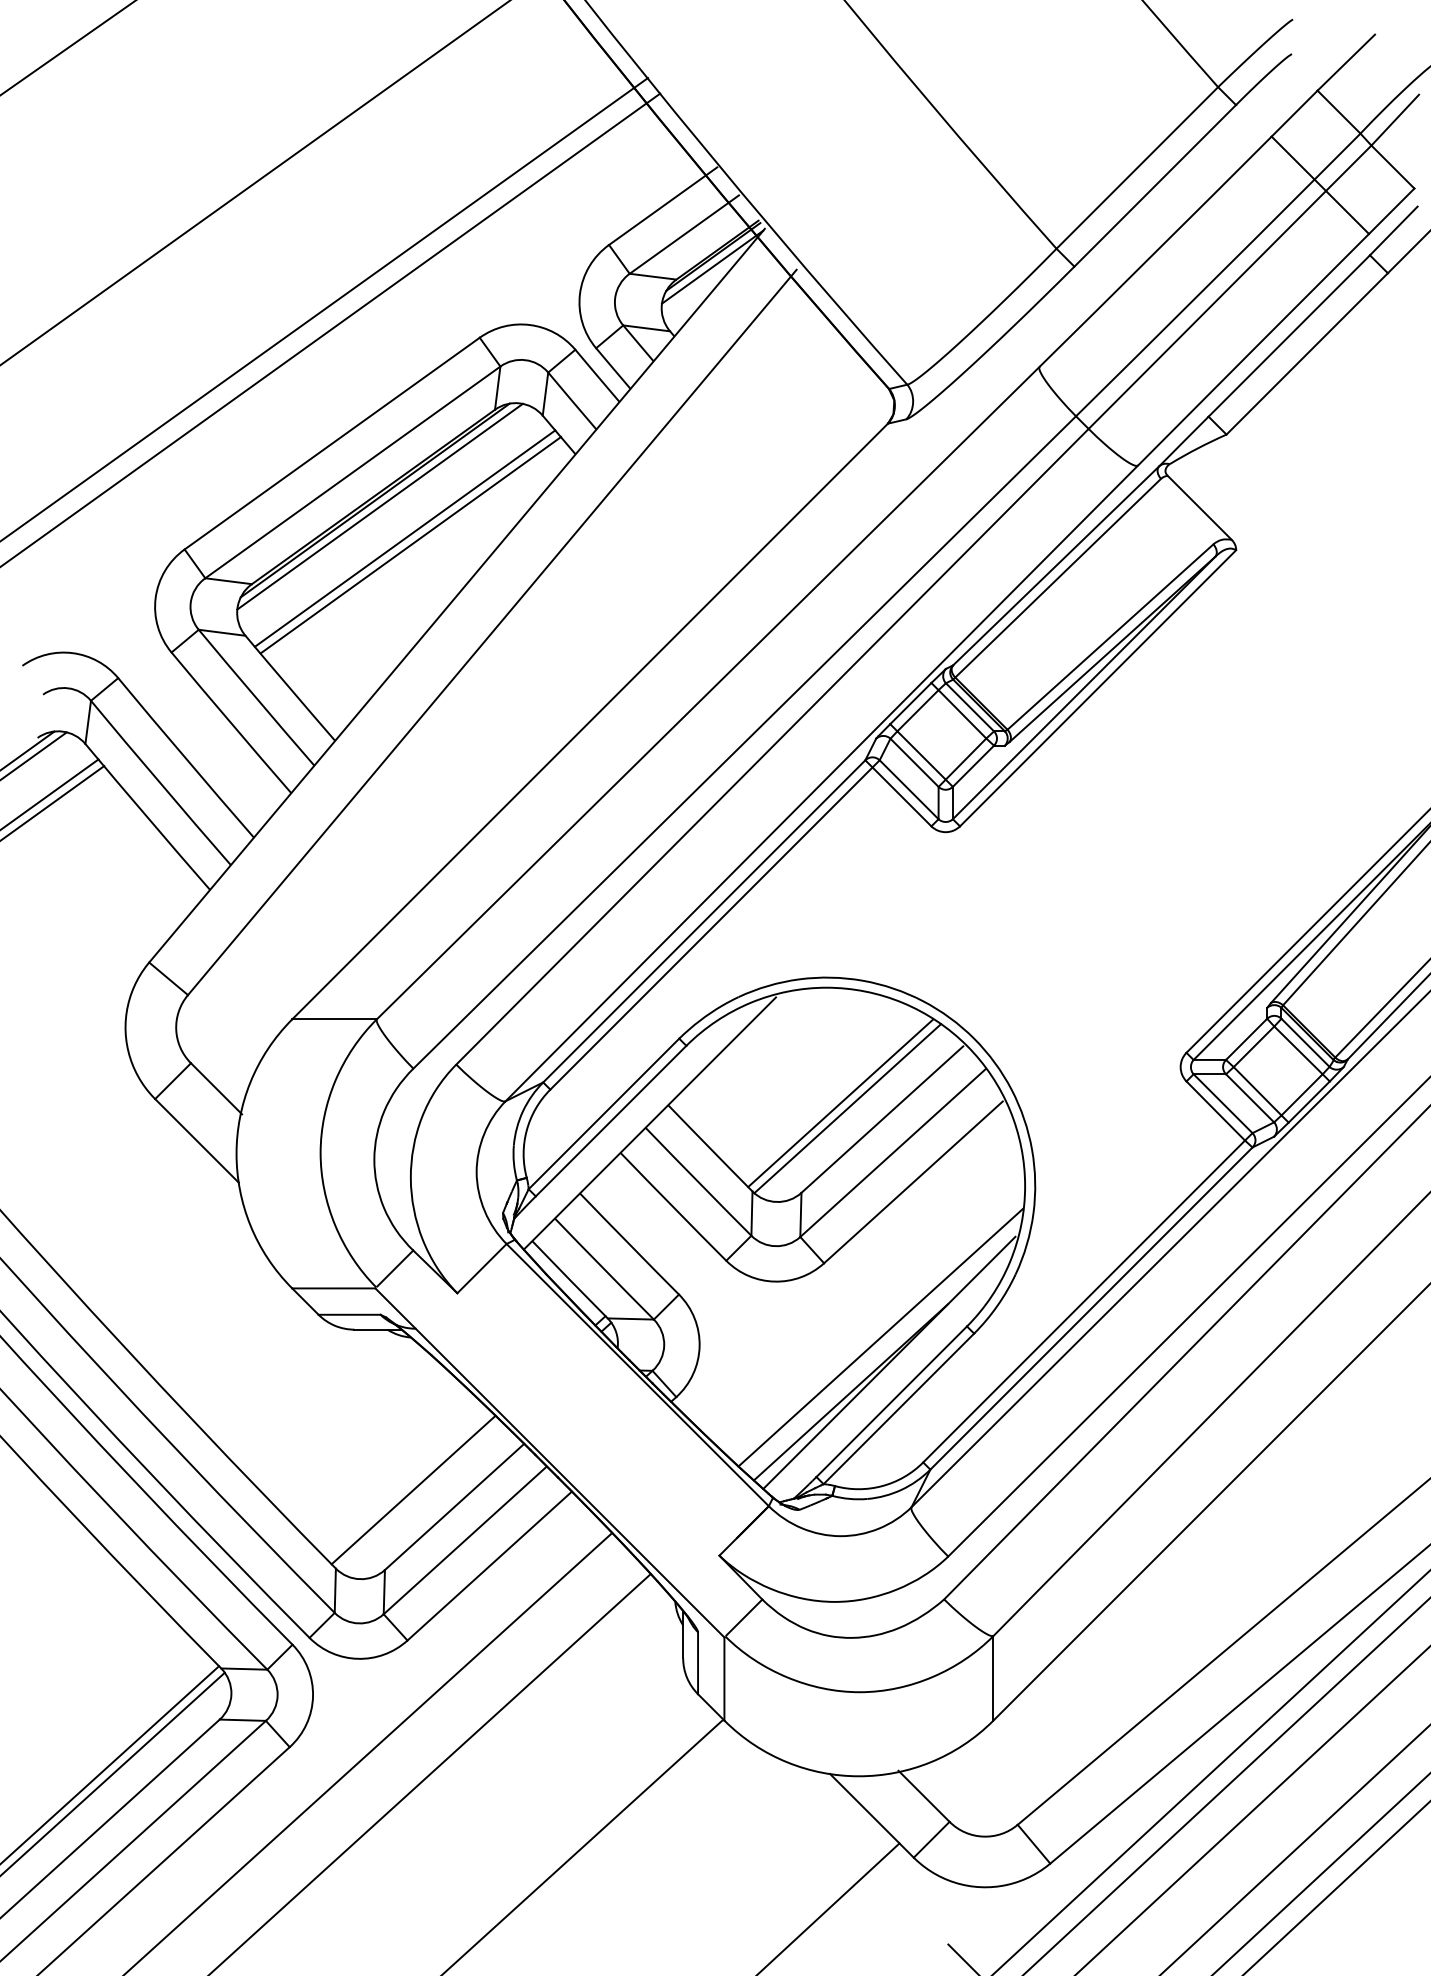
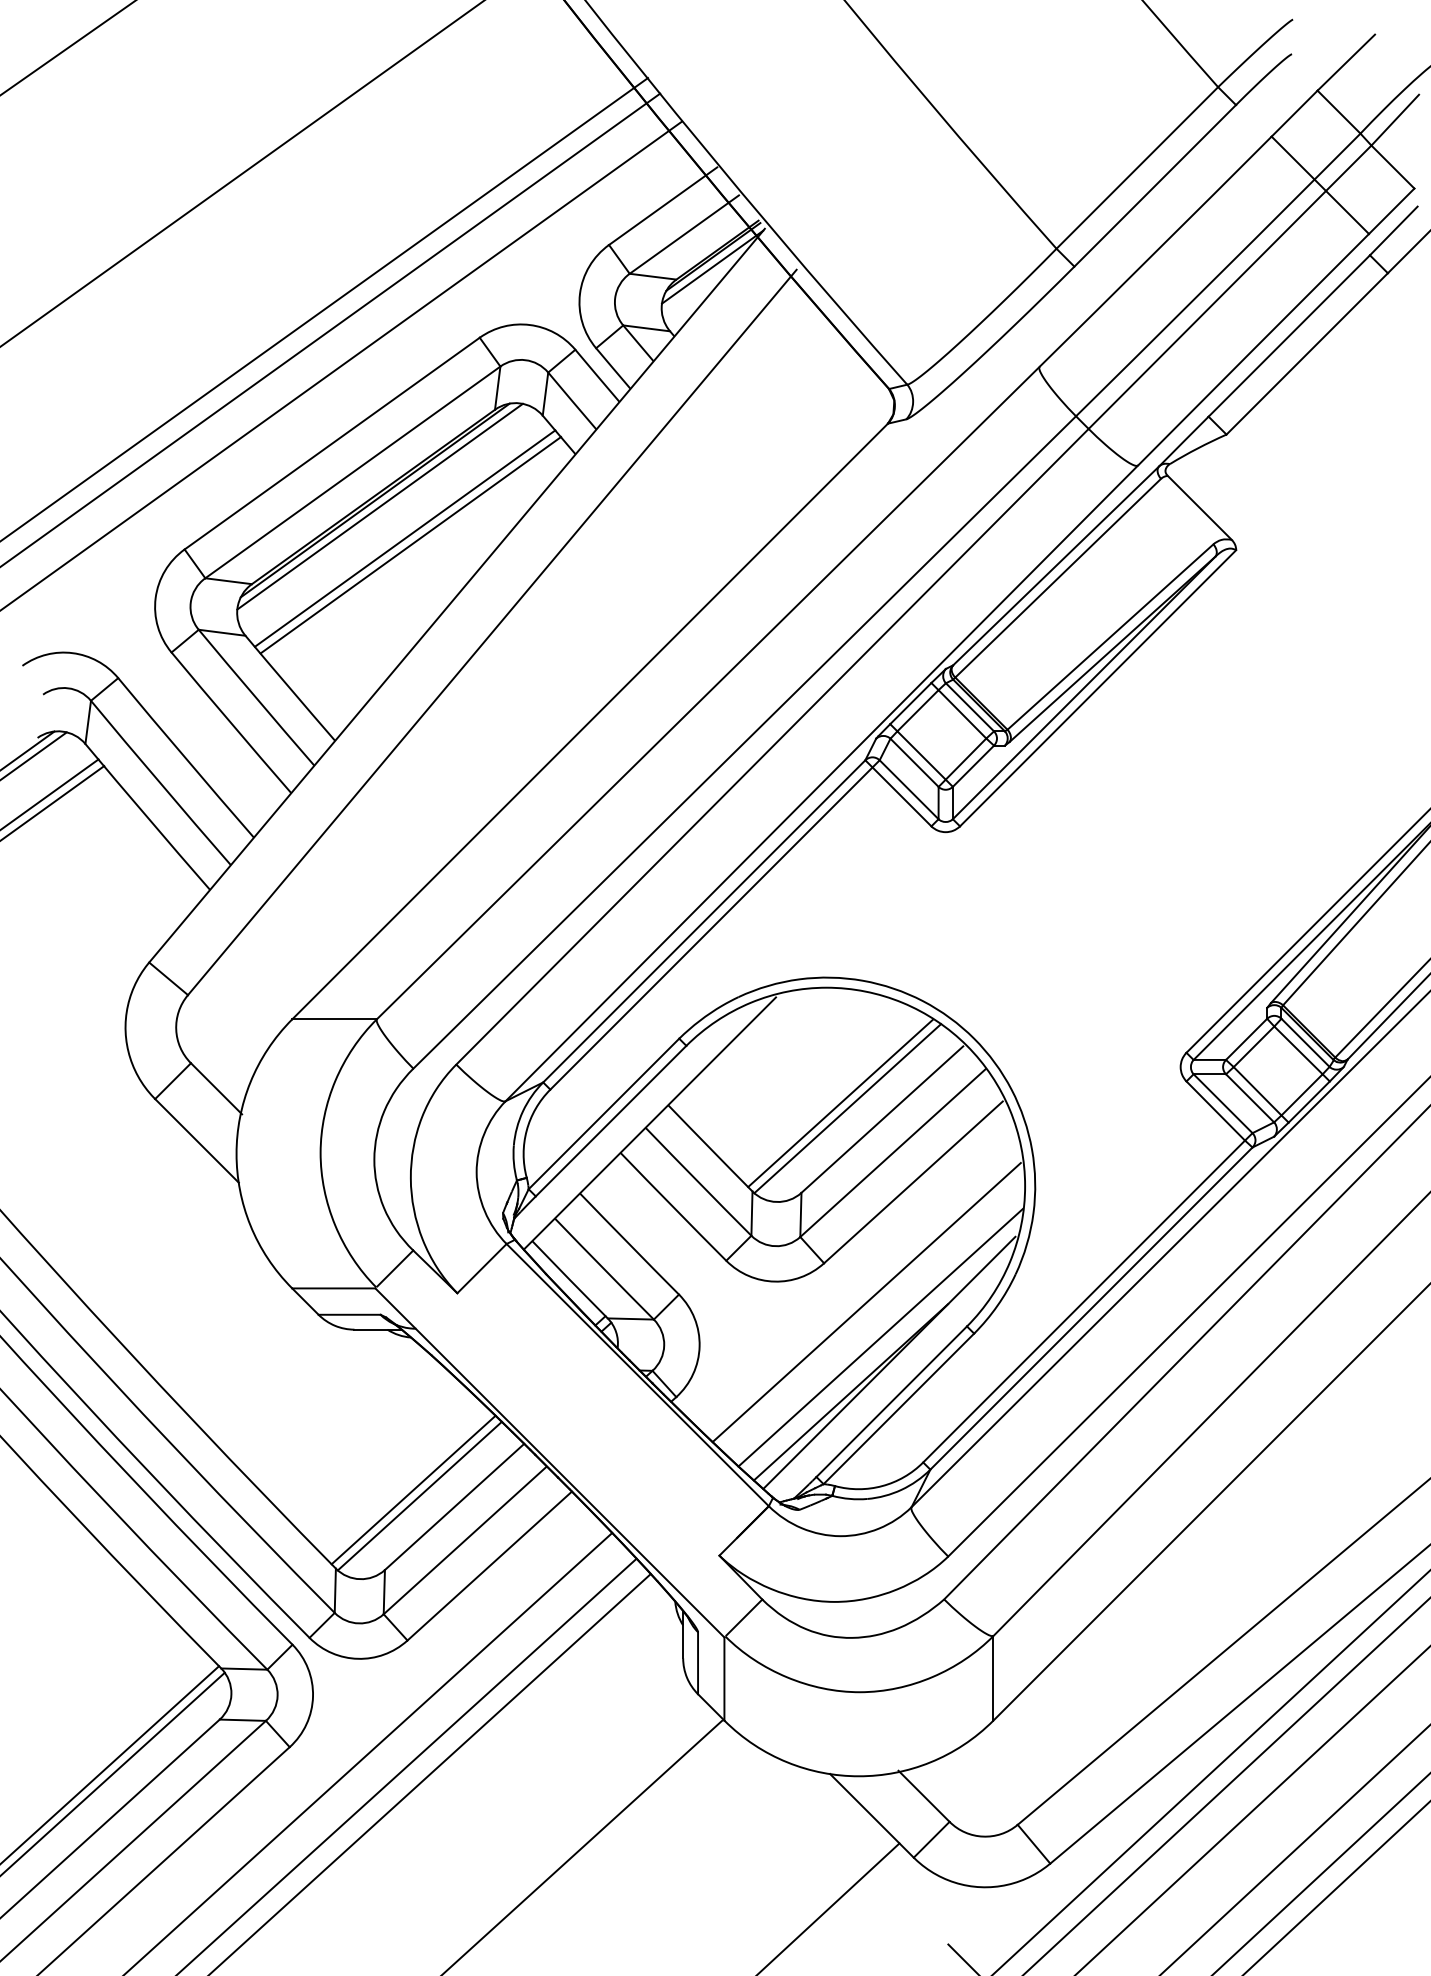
line at (254, 182) position: (254, 182) -> (241, 173)
line at (341, 365): none -> present
line at (866, 1302): none -> present
line at (419, 1495): none -> present
line at (407, 1765): none -> present
